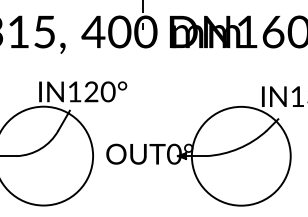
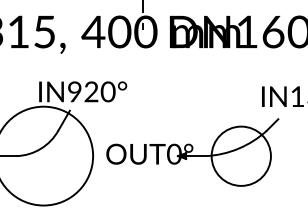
text at (74, 91): IN120° -> IN920°
circle at (240, 155) diameter: 99 px -> 59 px
